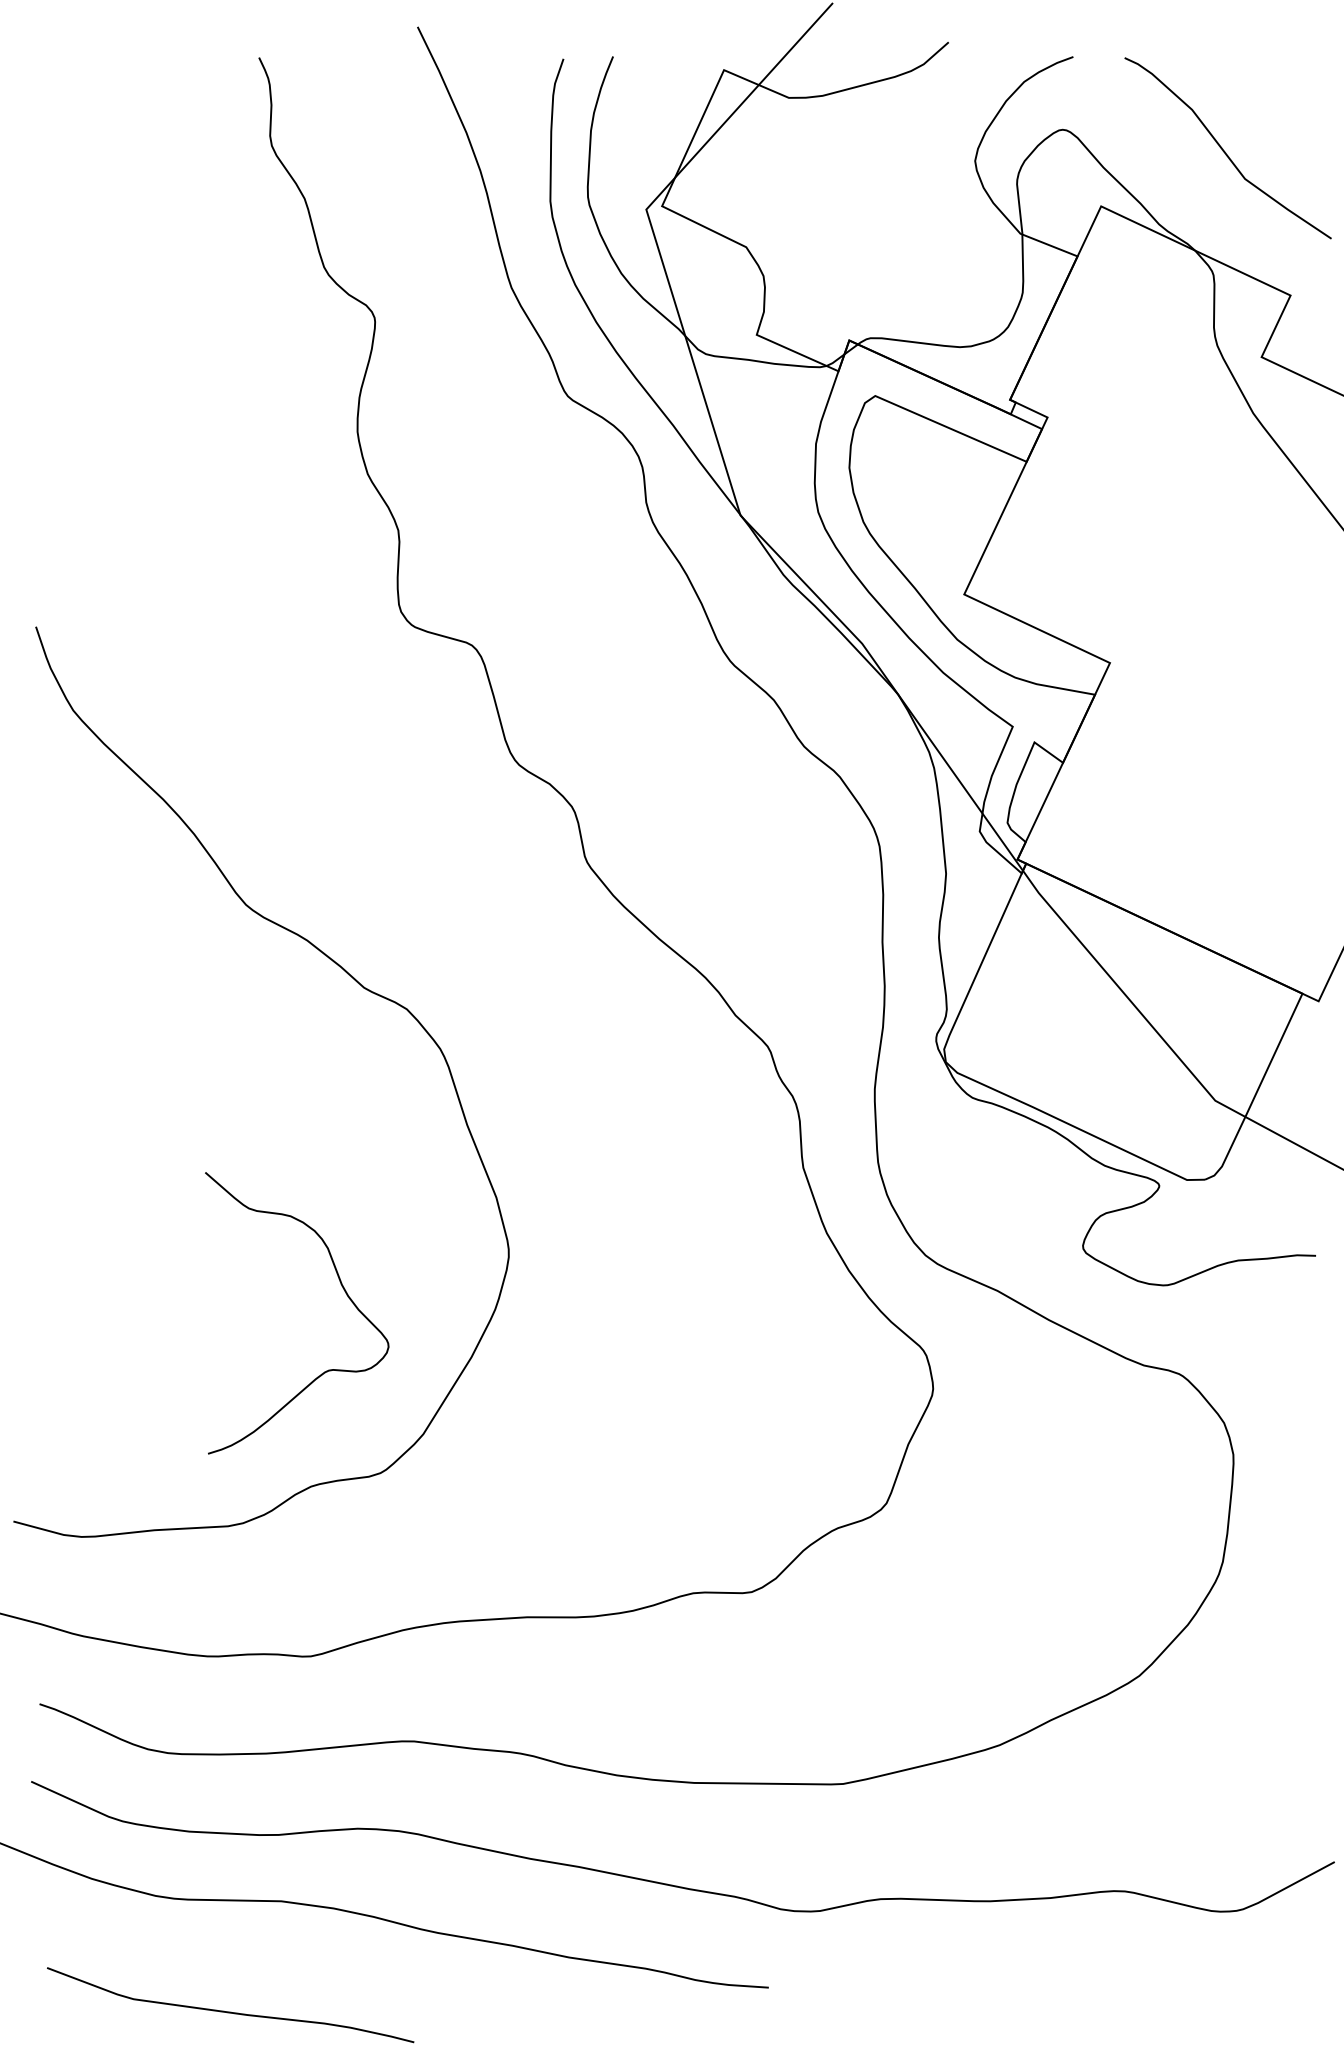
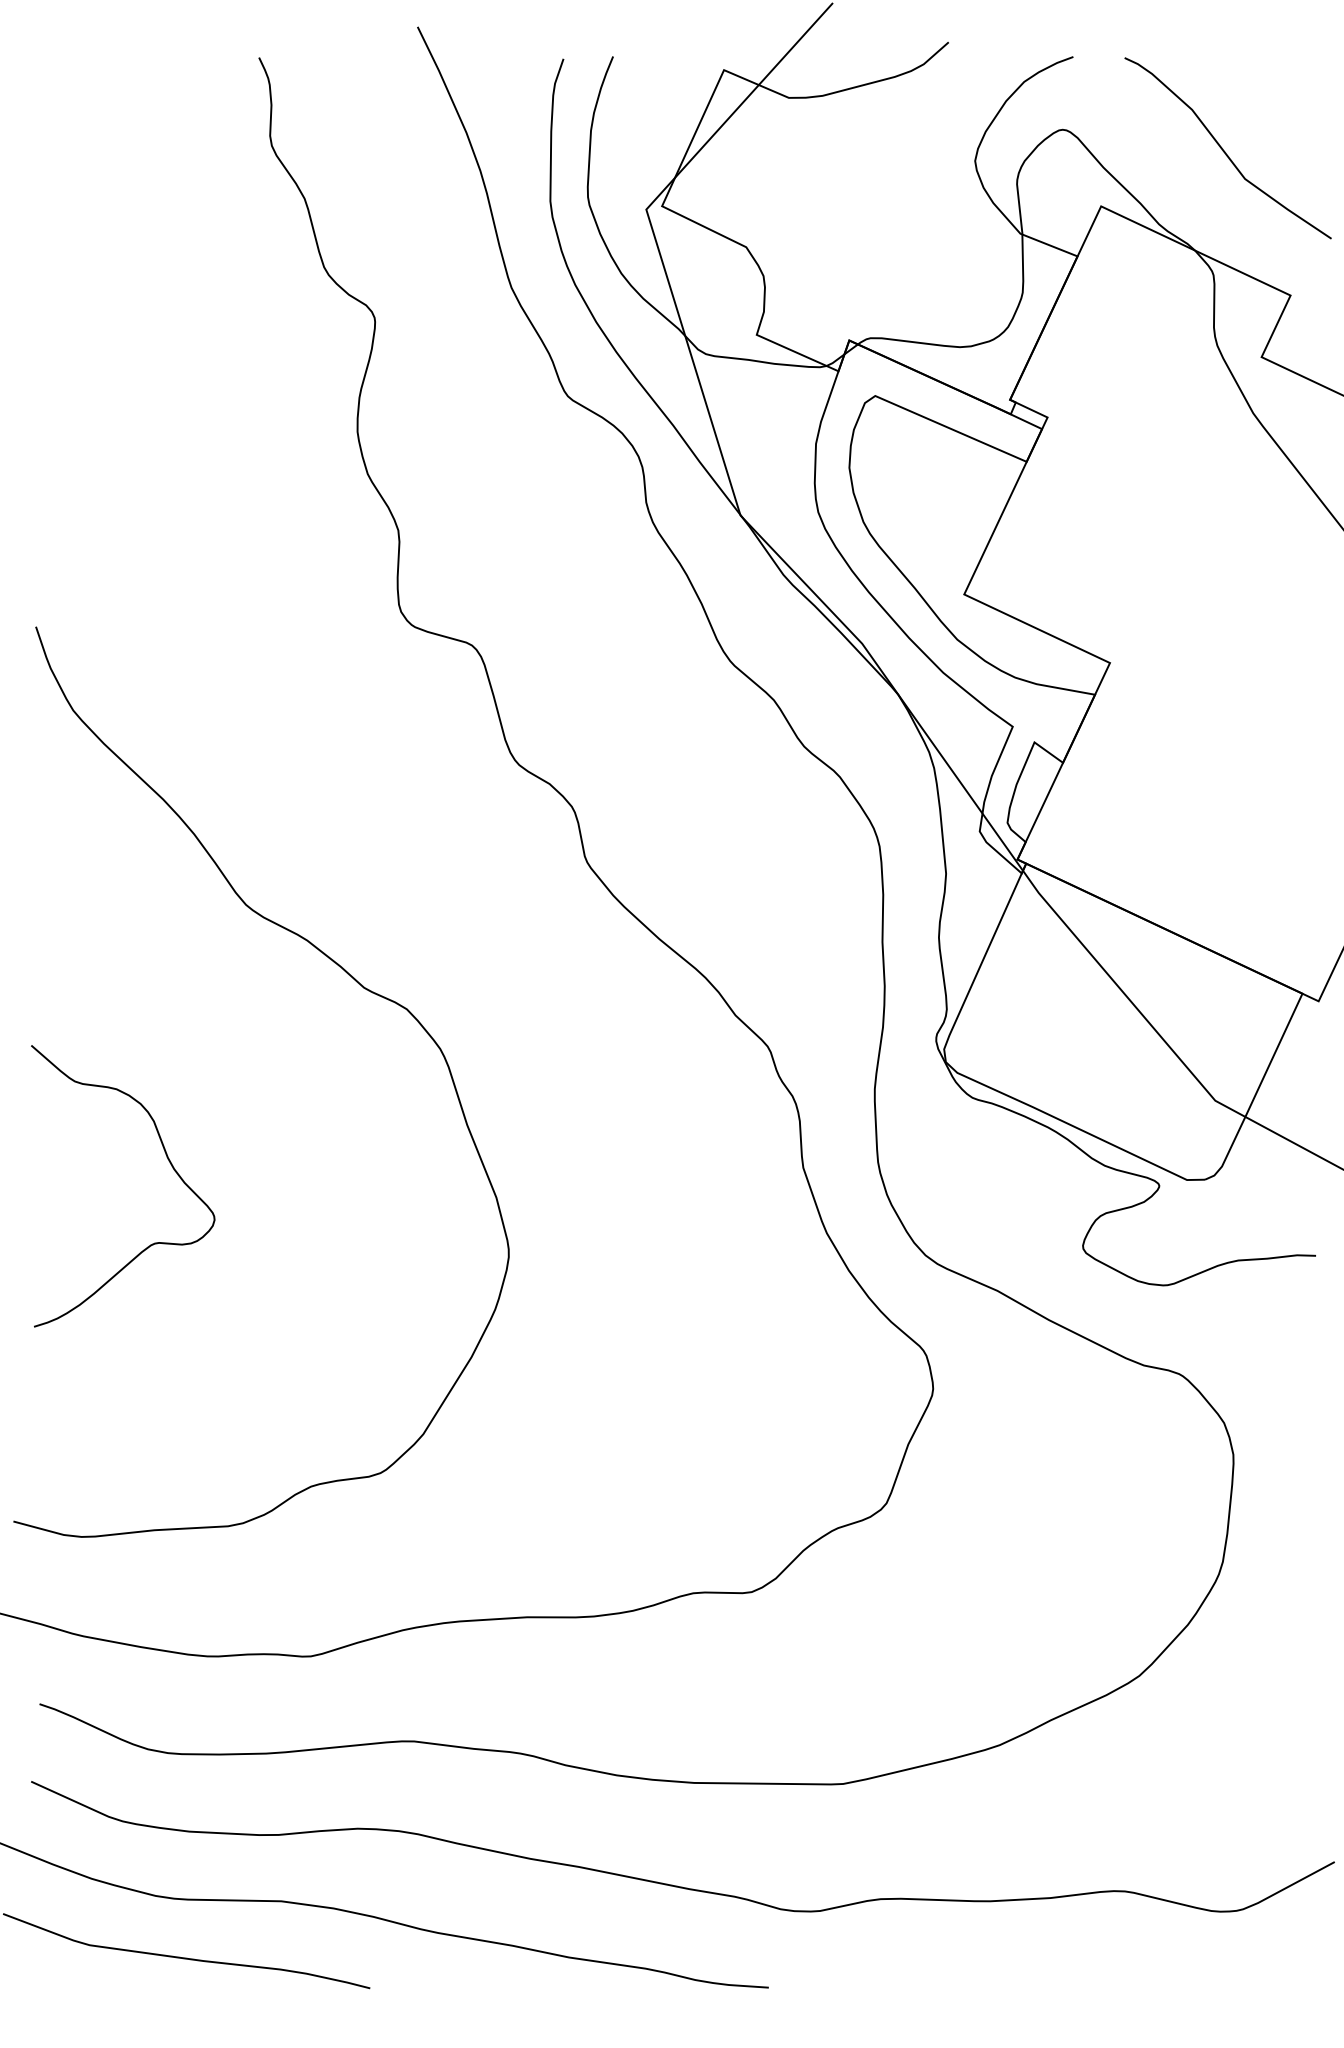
curve at (342, 1288) position: (342, 1288) -> (168, 1161)
curve at (230, 2011) position: (230, 2011) -> (186, 1957)
